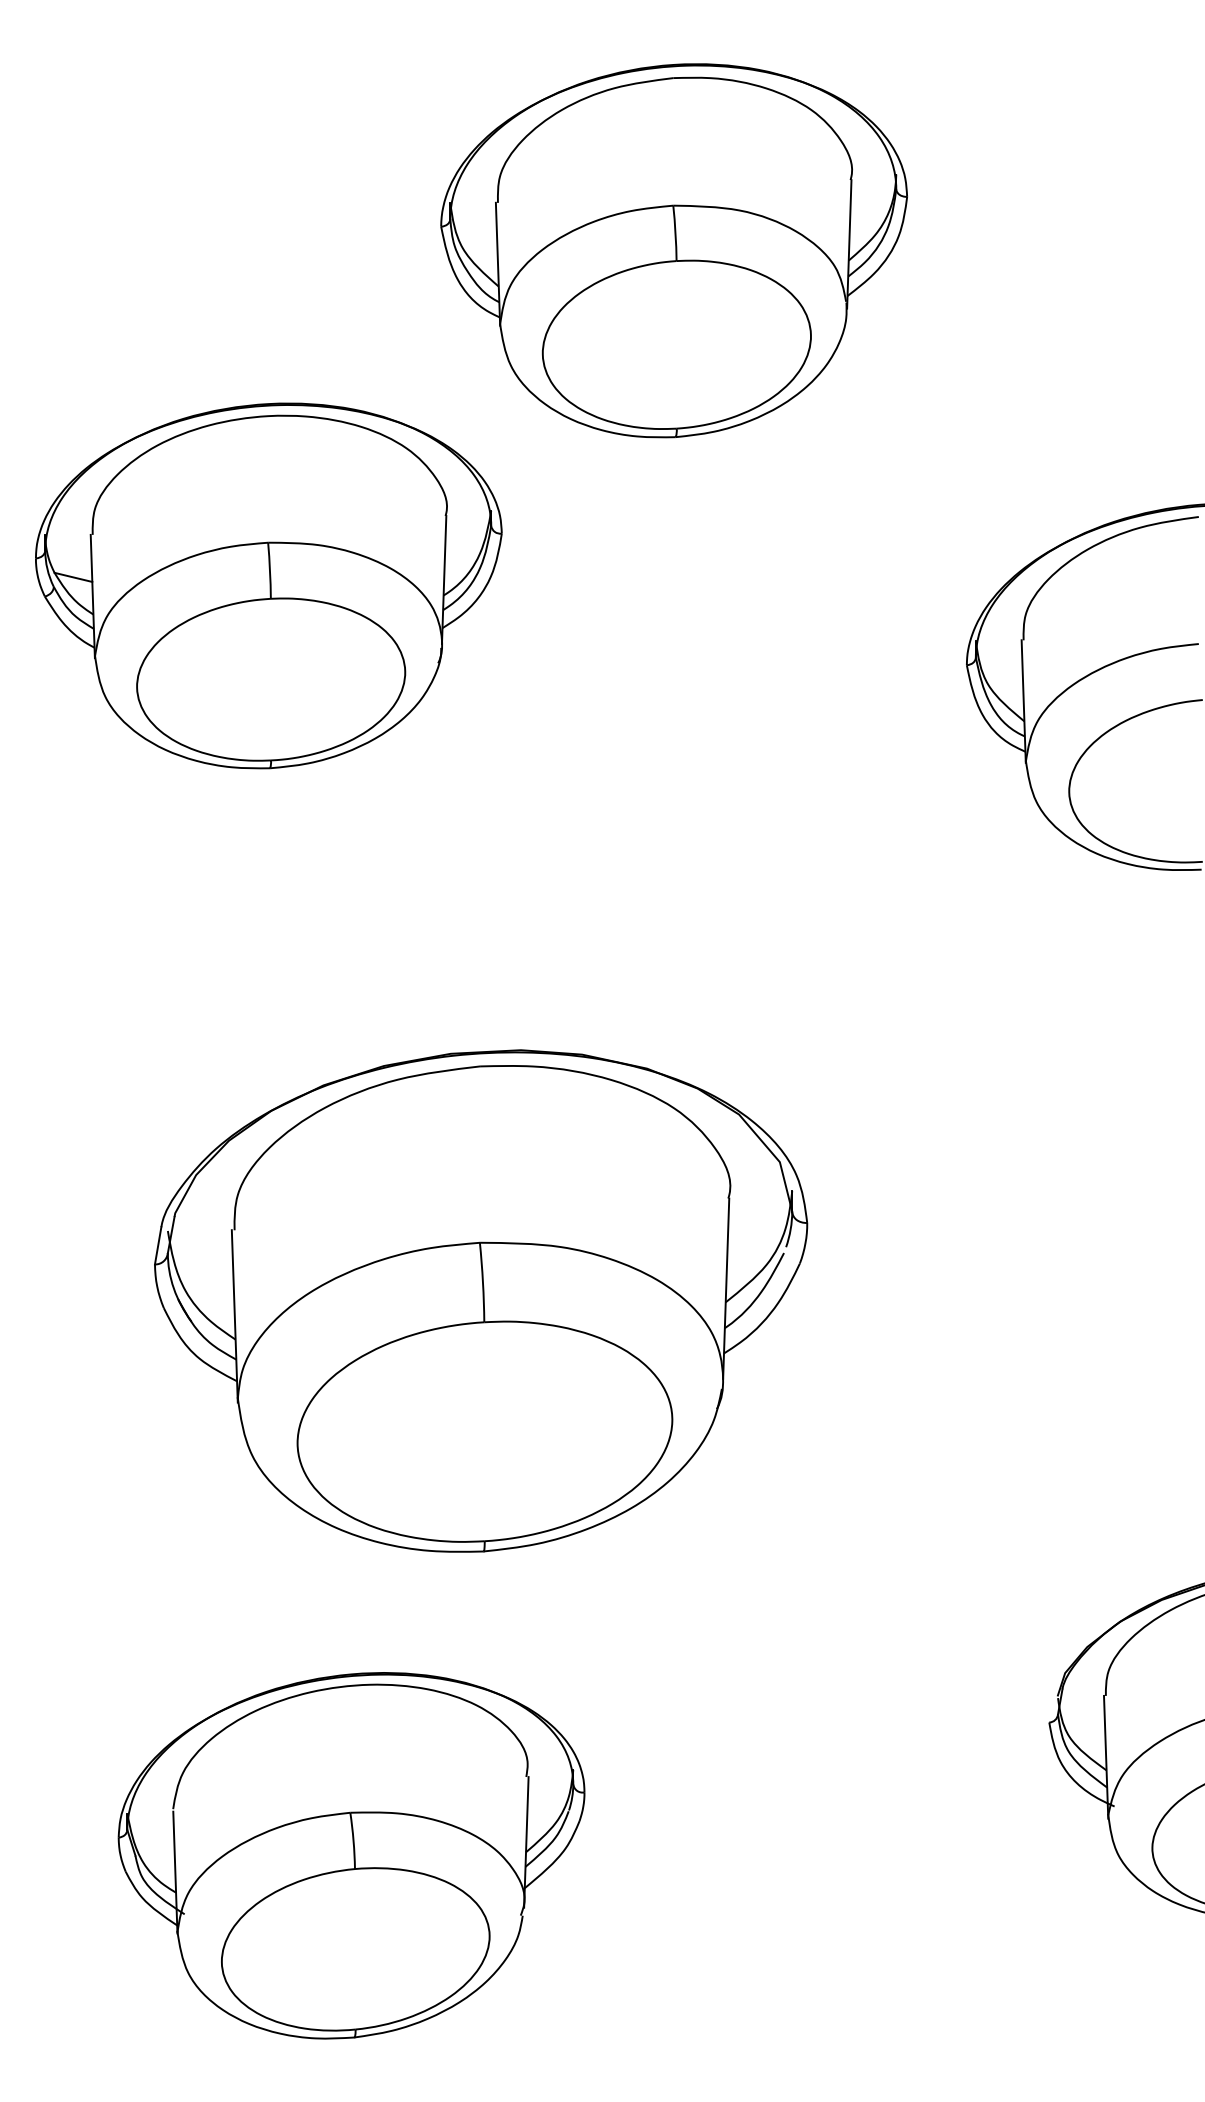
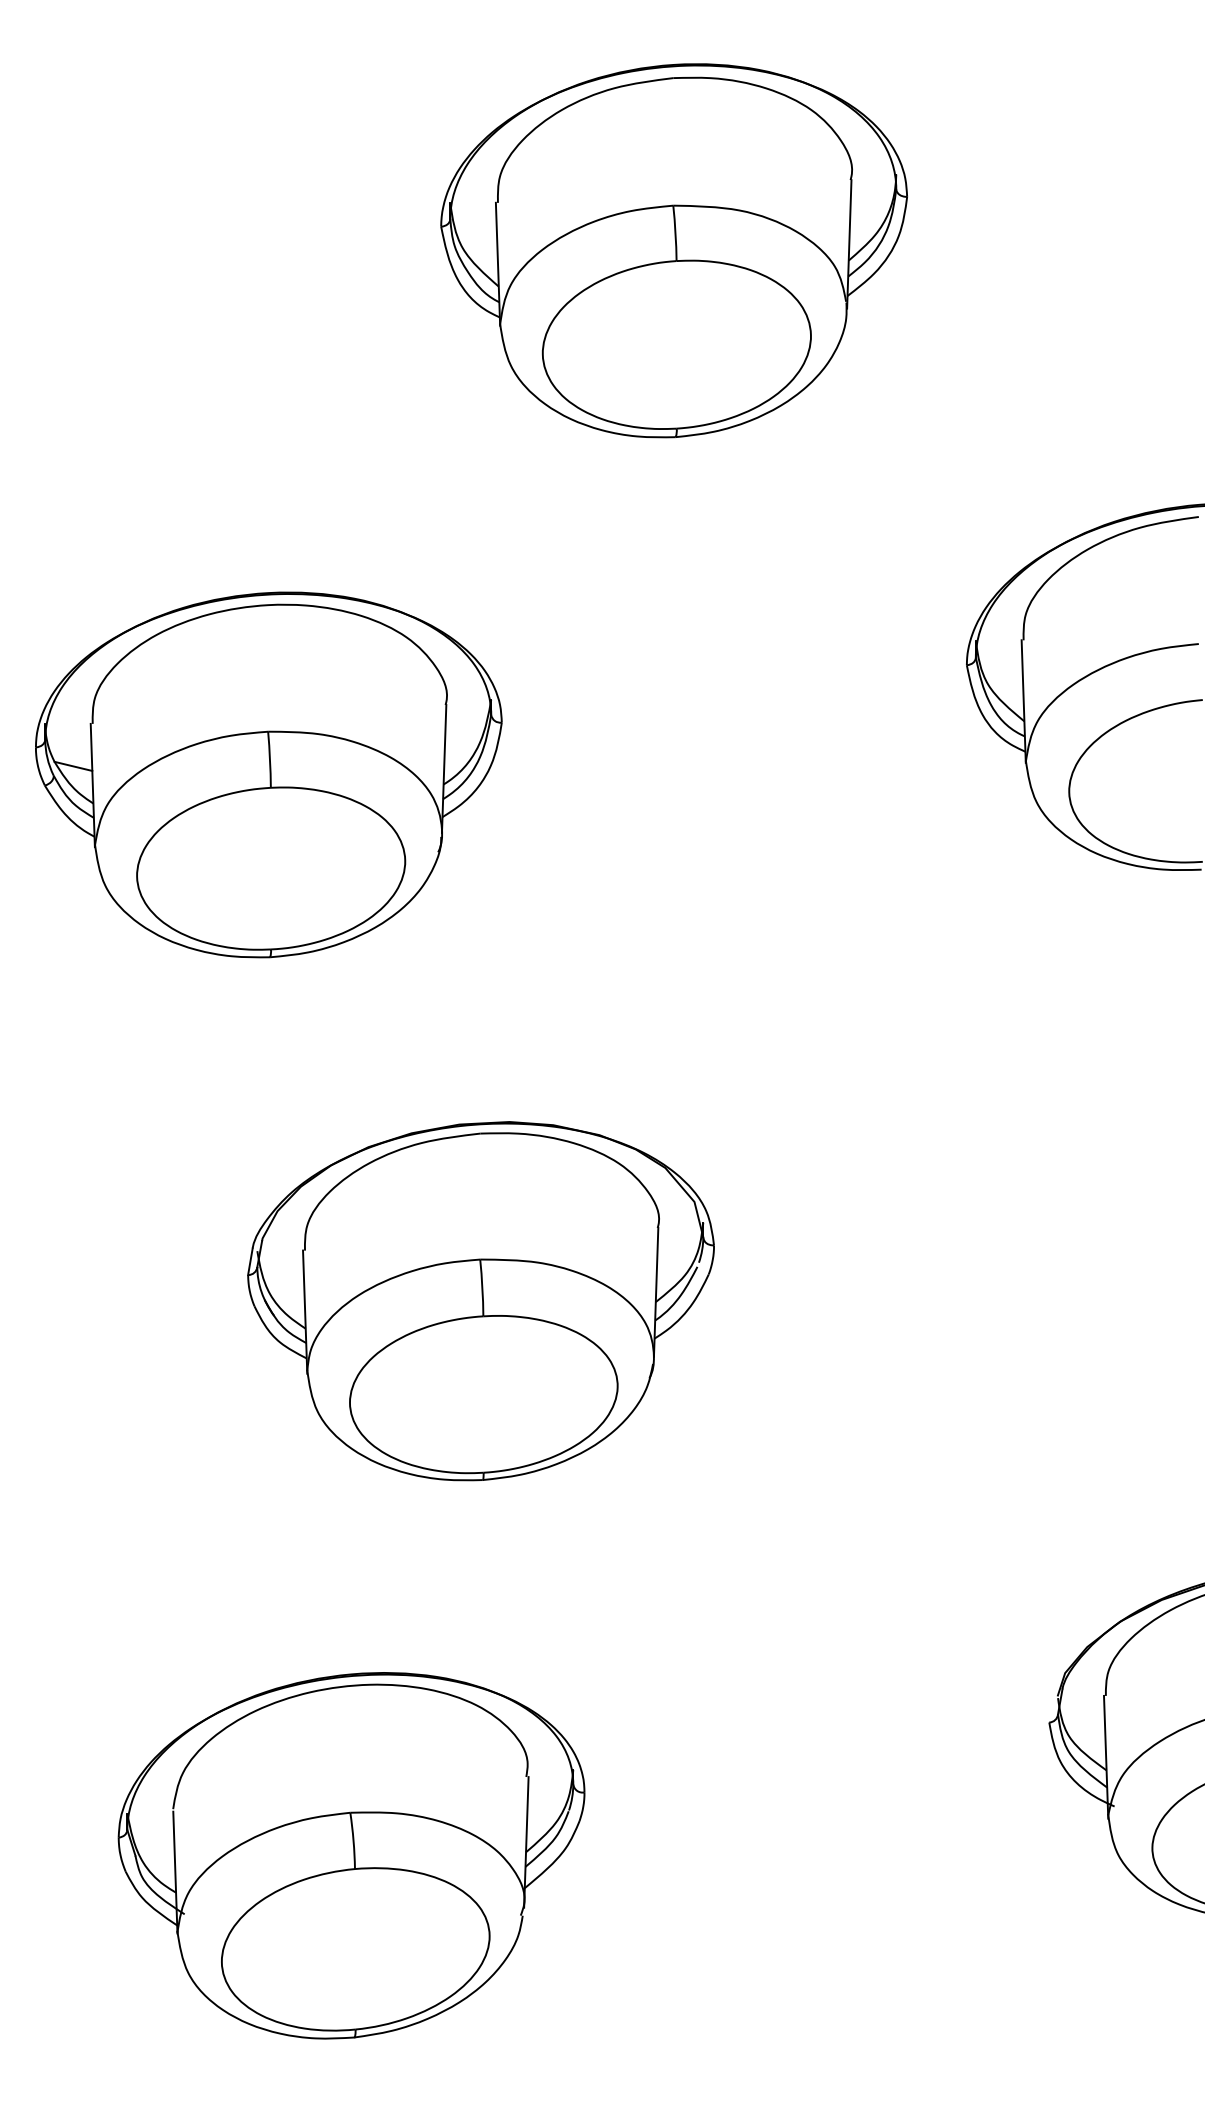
part at (268, 585) position: (268, 585) -> (268, 774)
part at (481, 1300) size: 655x504 px -> 468x361 px
